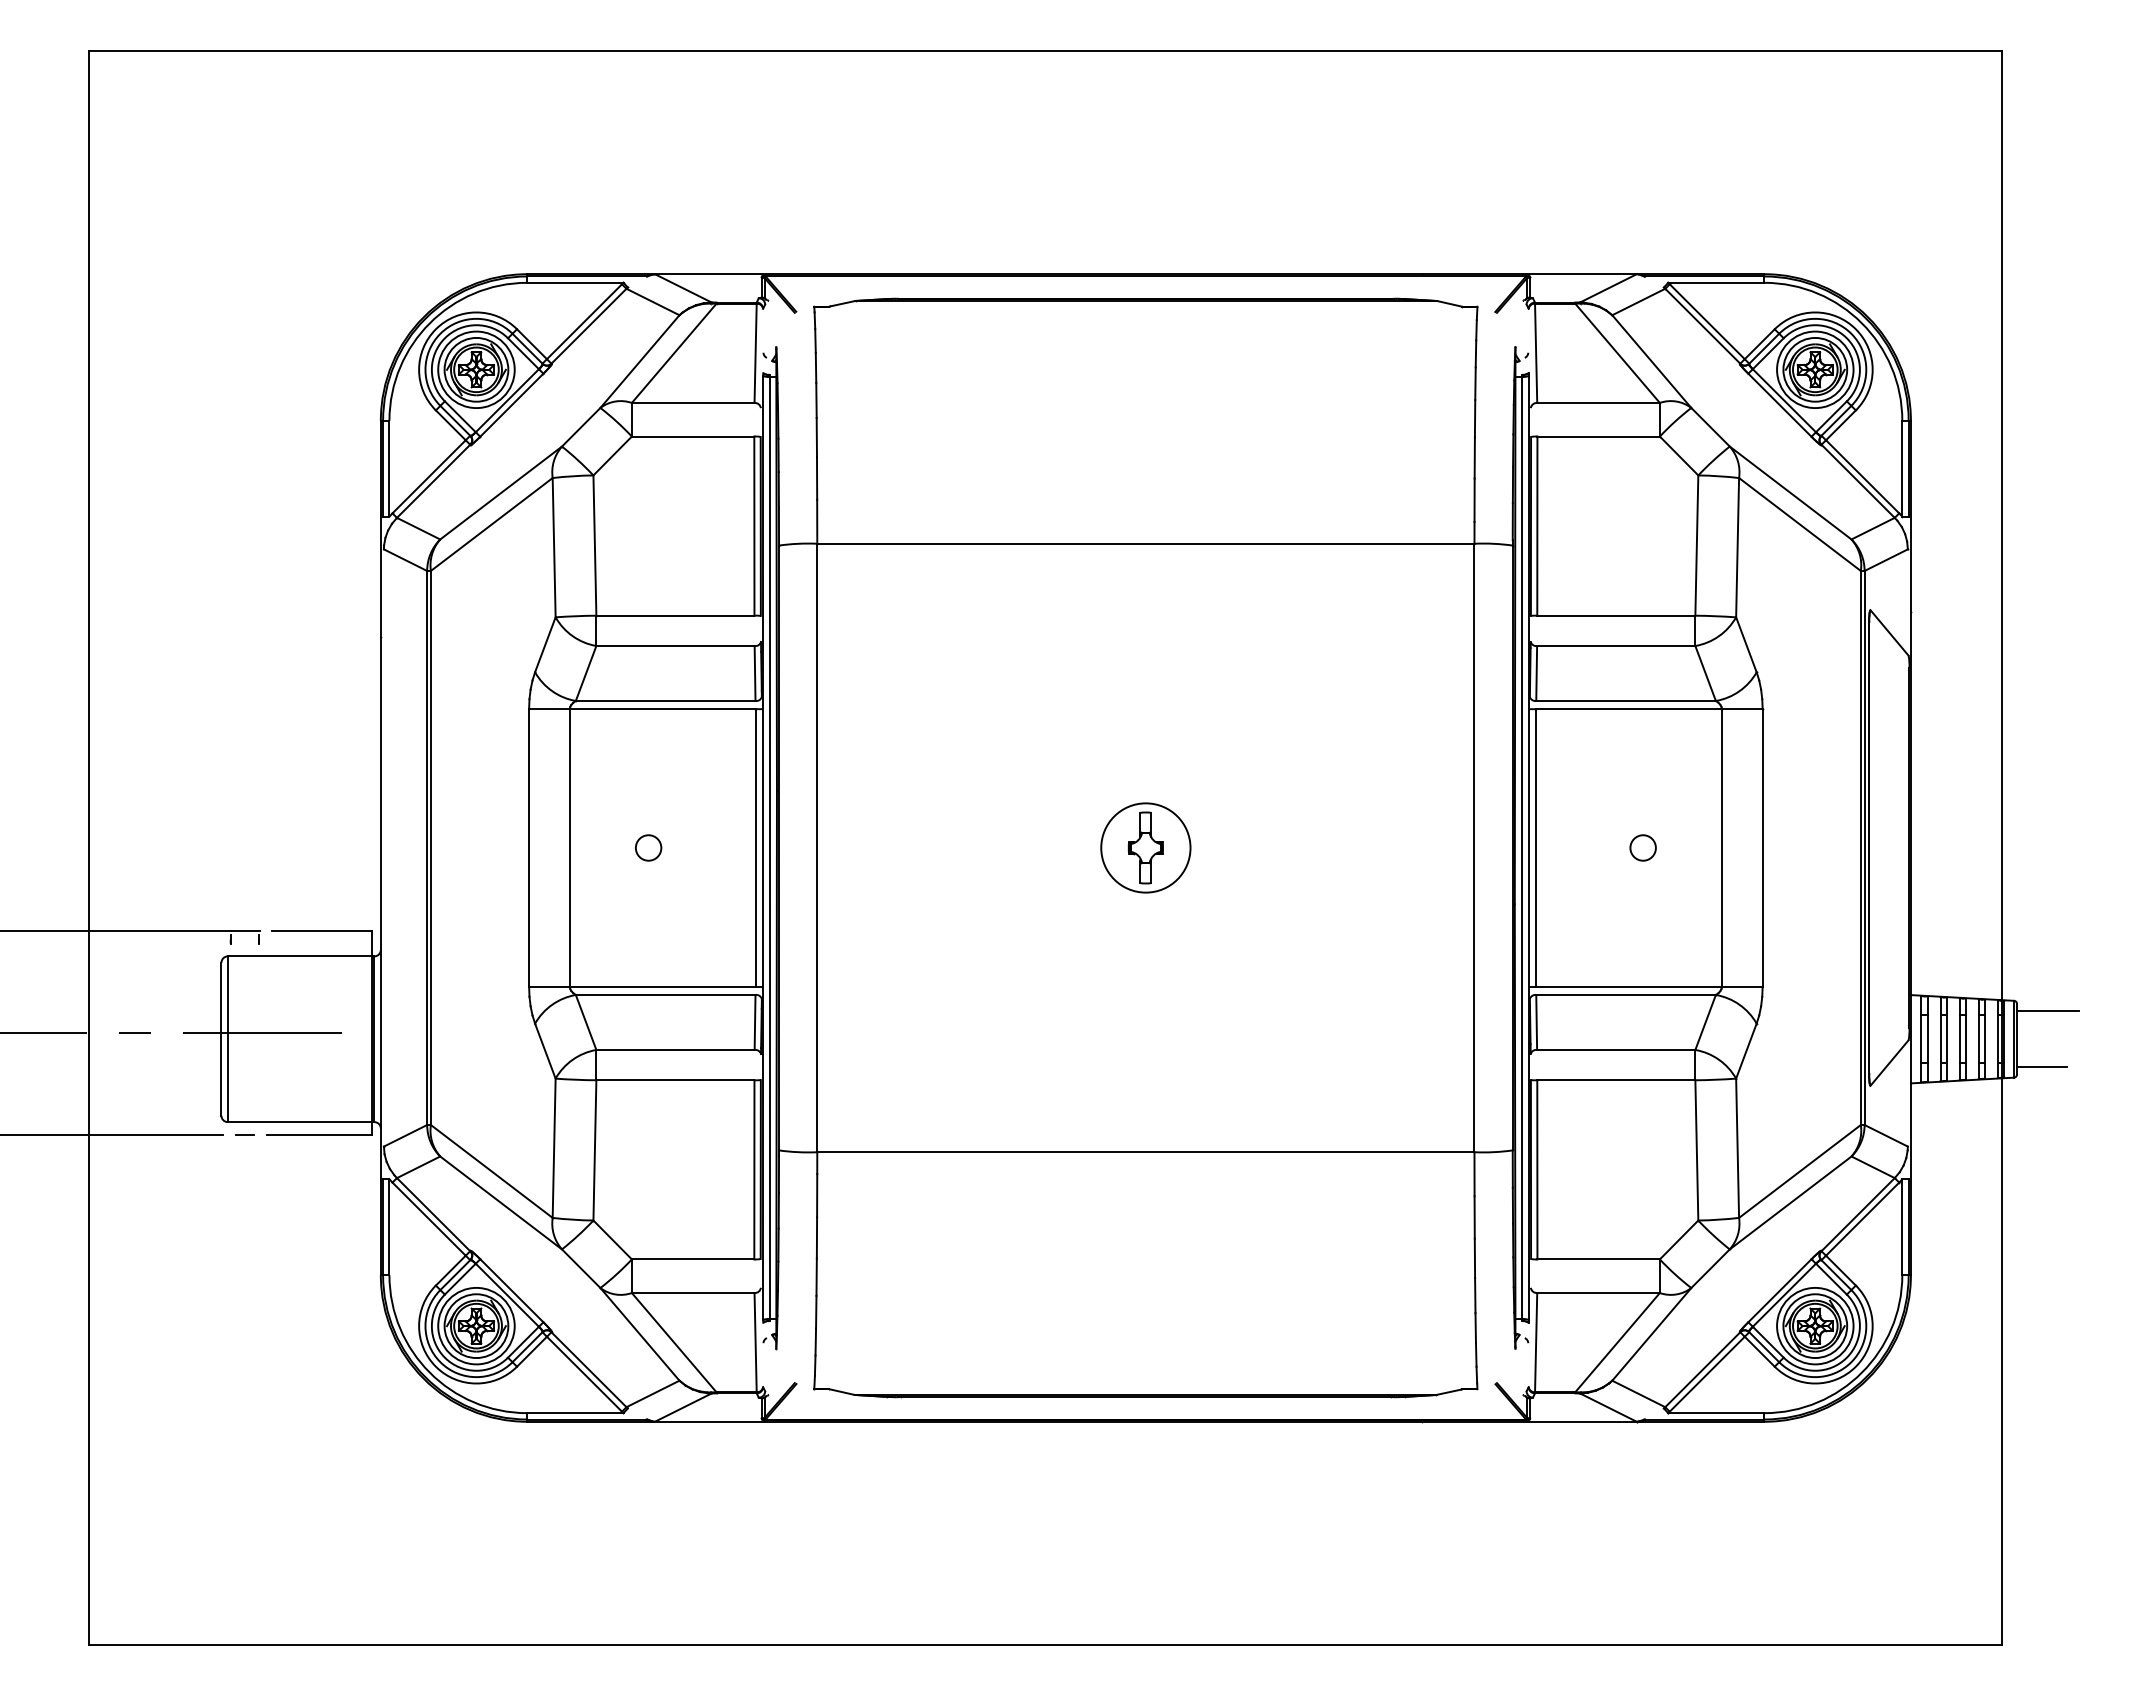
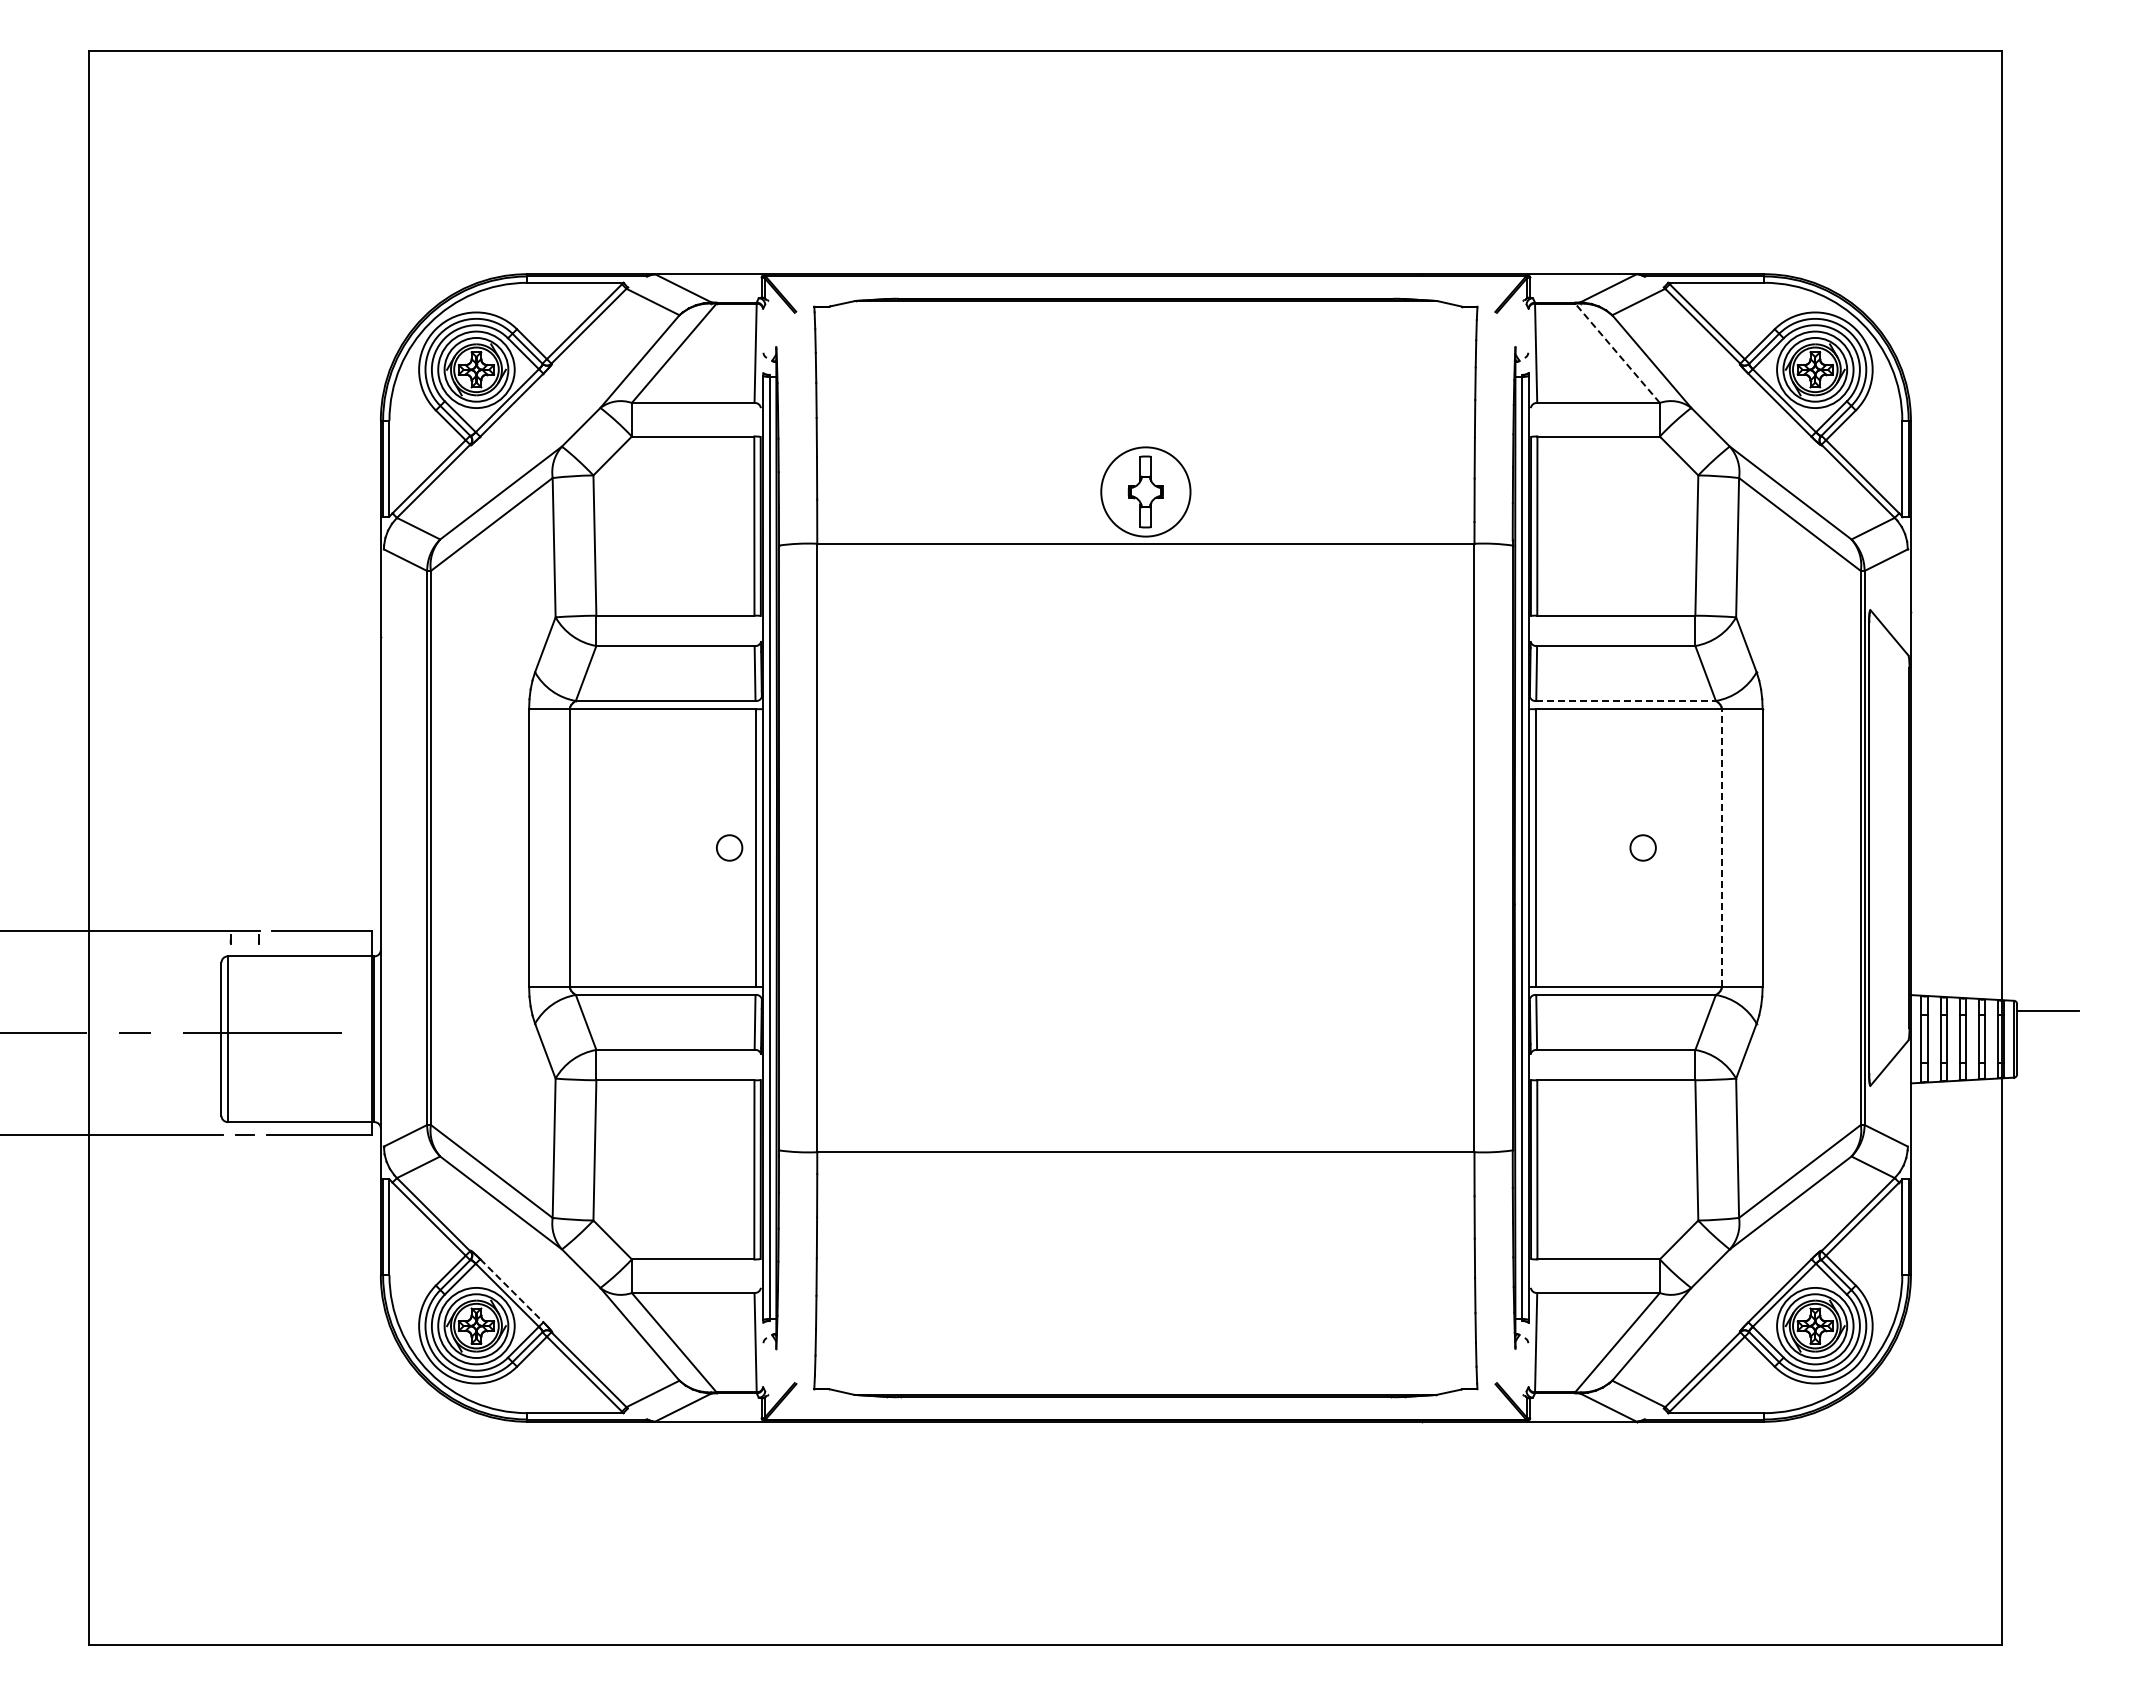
line at (1617, 352): solid -> dashed
line at (1626, 700): solid -> dashed
circle at (648, 847) position: (648, 847) -> (729, 847)
part at (1145, 847) position: (1145, 847) -> (1145, 491)
line at (1721, 847): solid -> dashed
line at (2041, 1067): present -> none
line at (511, 1290): solid -> dashed
